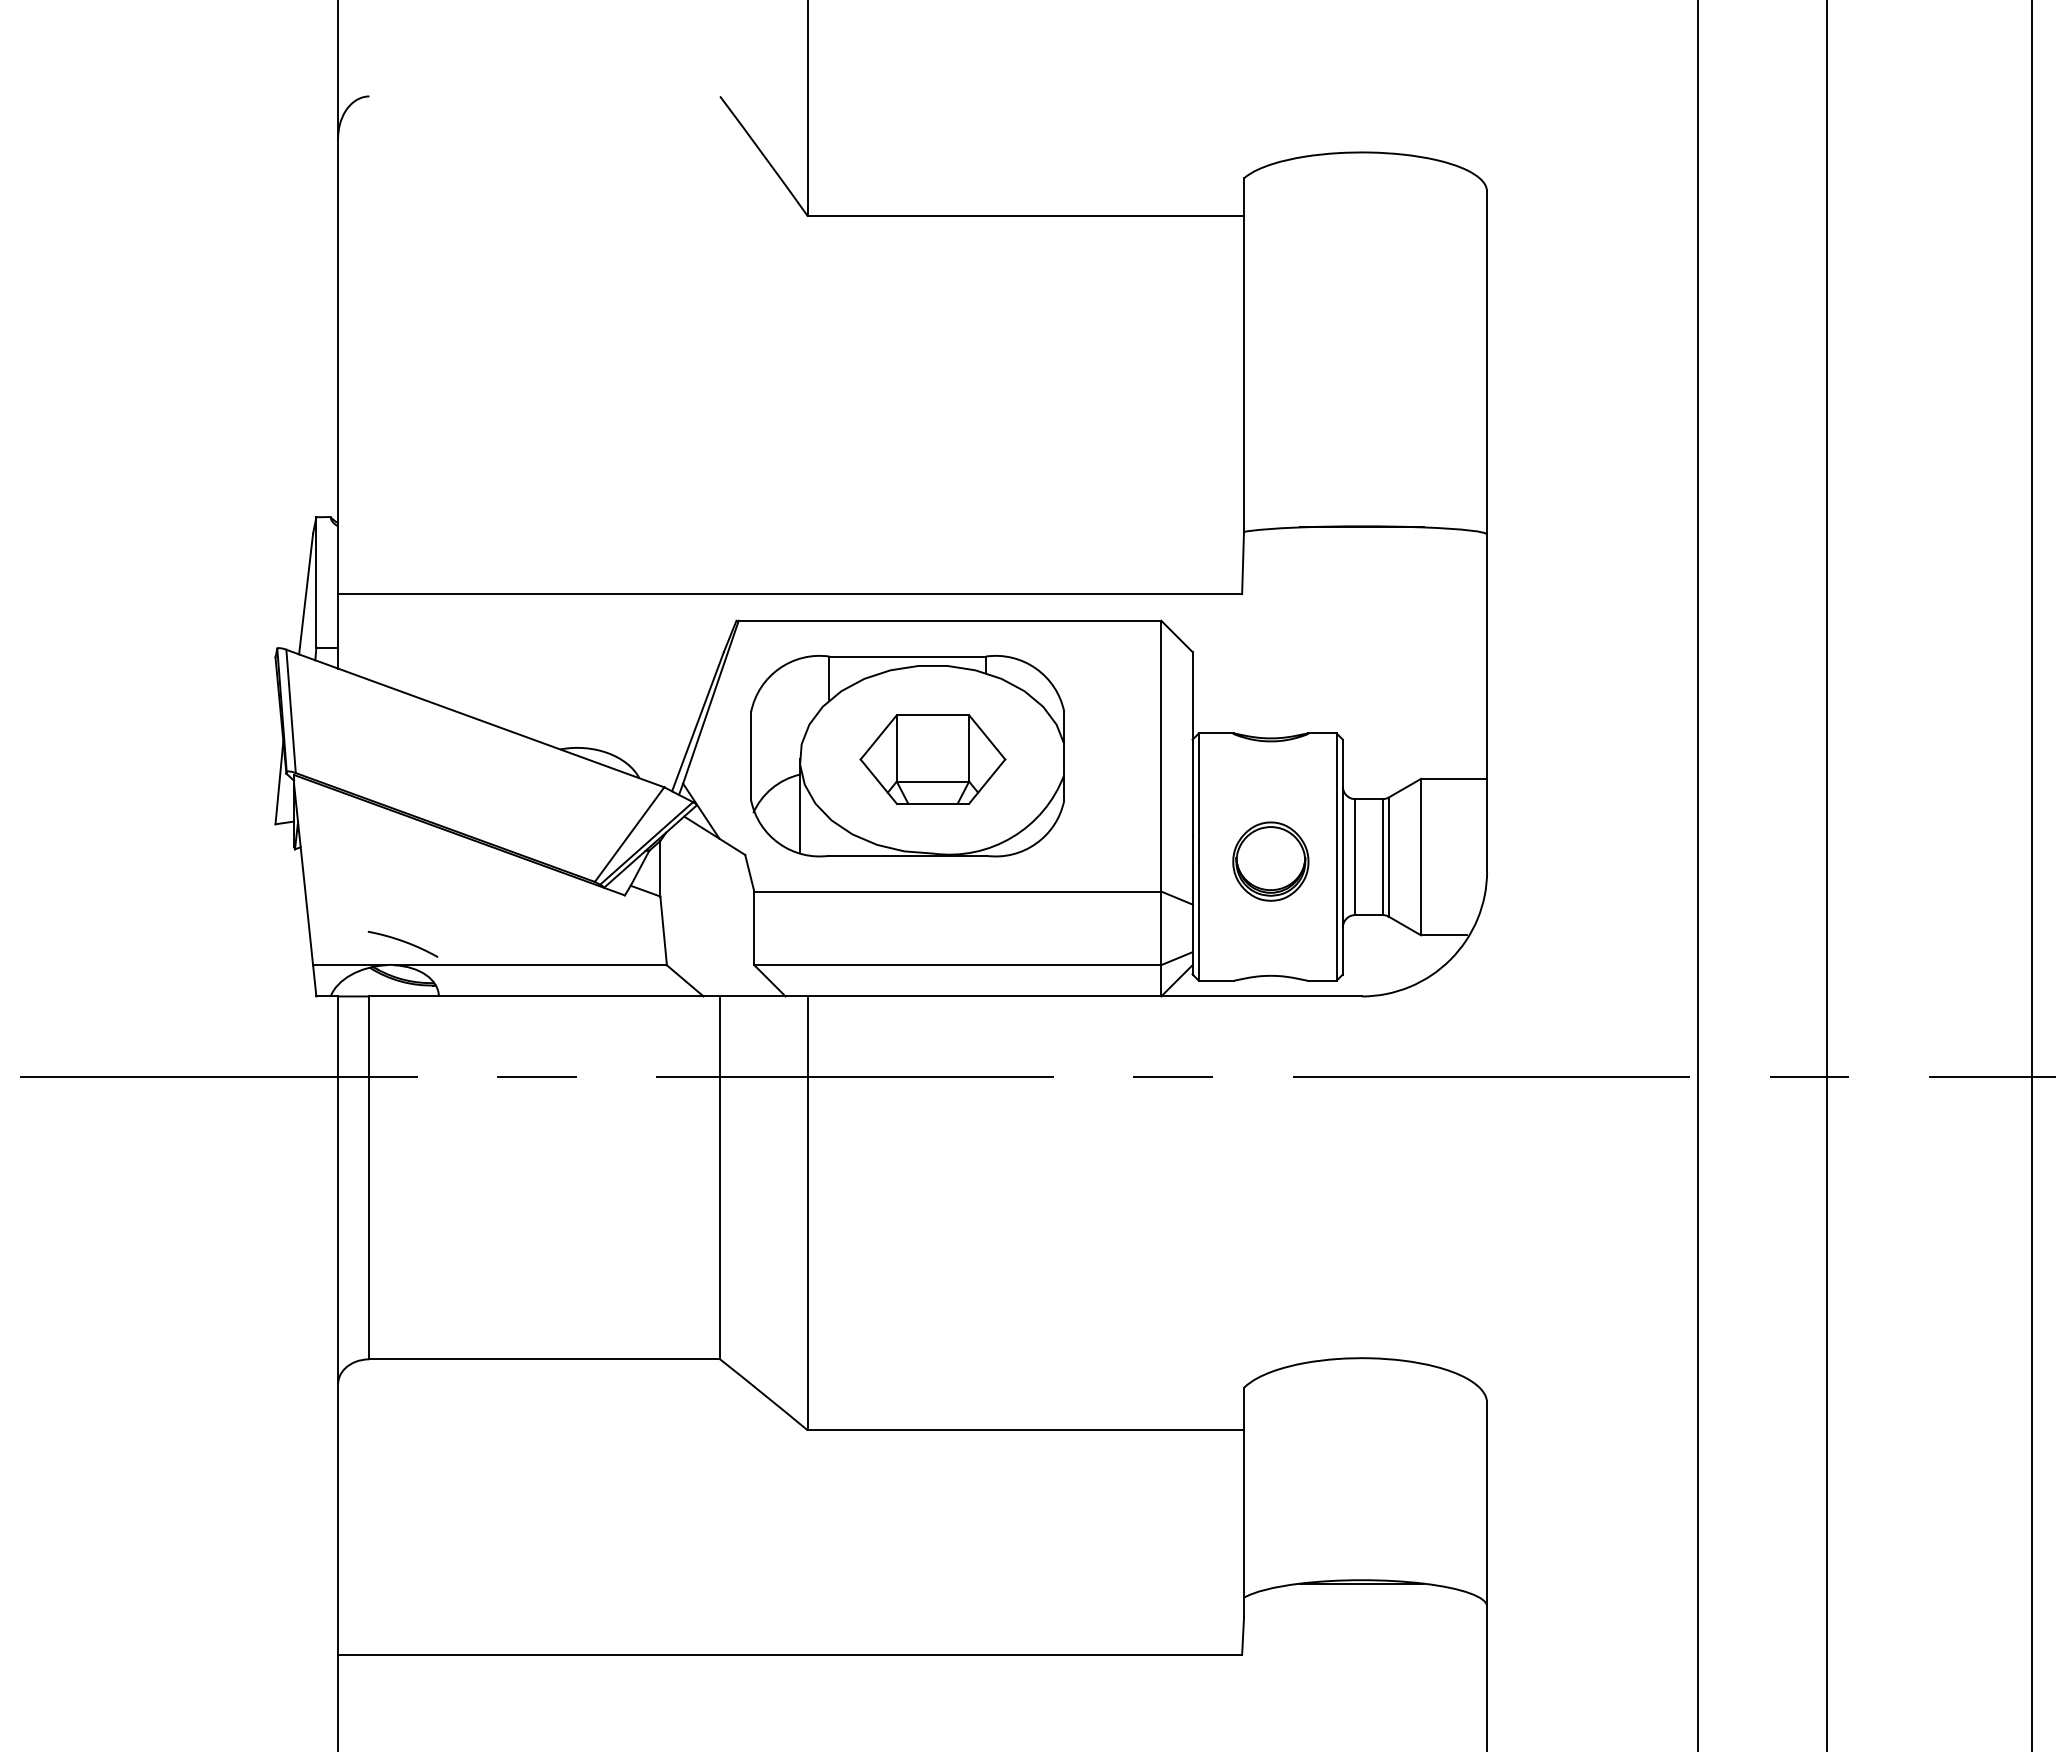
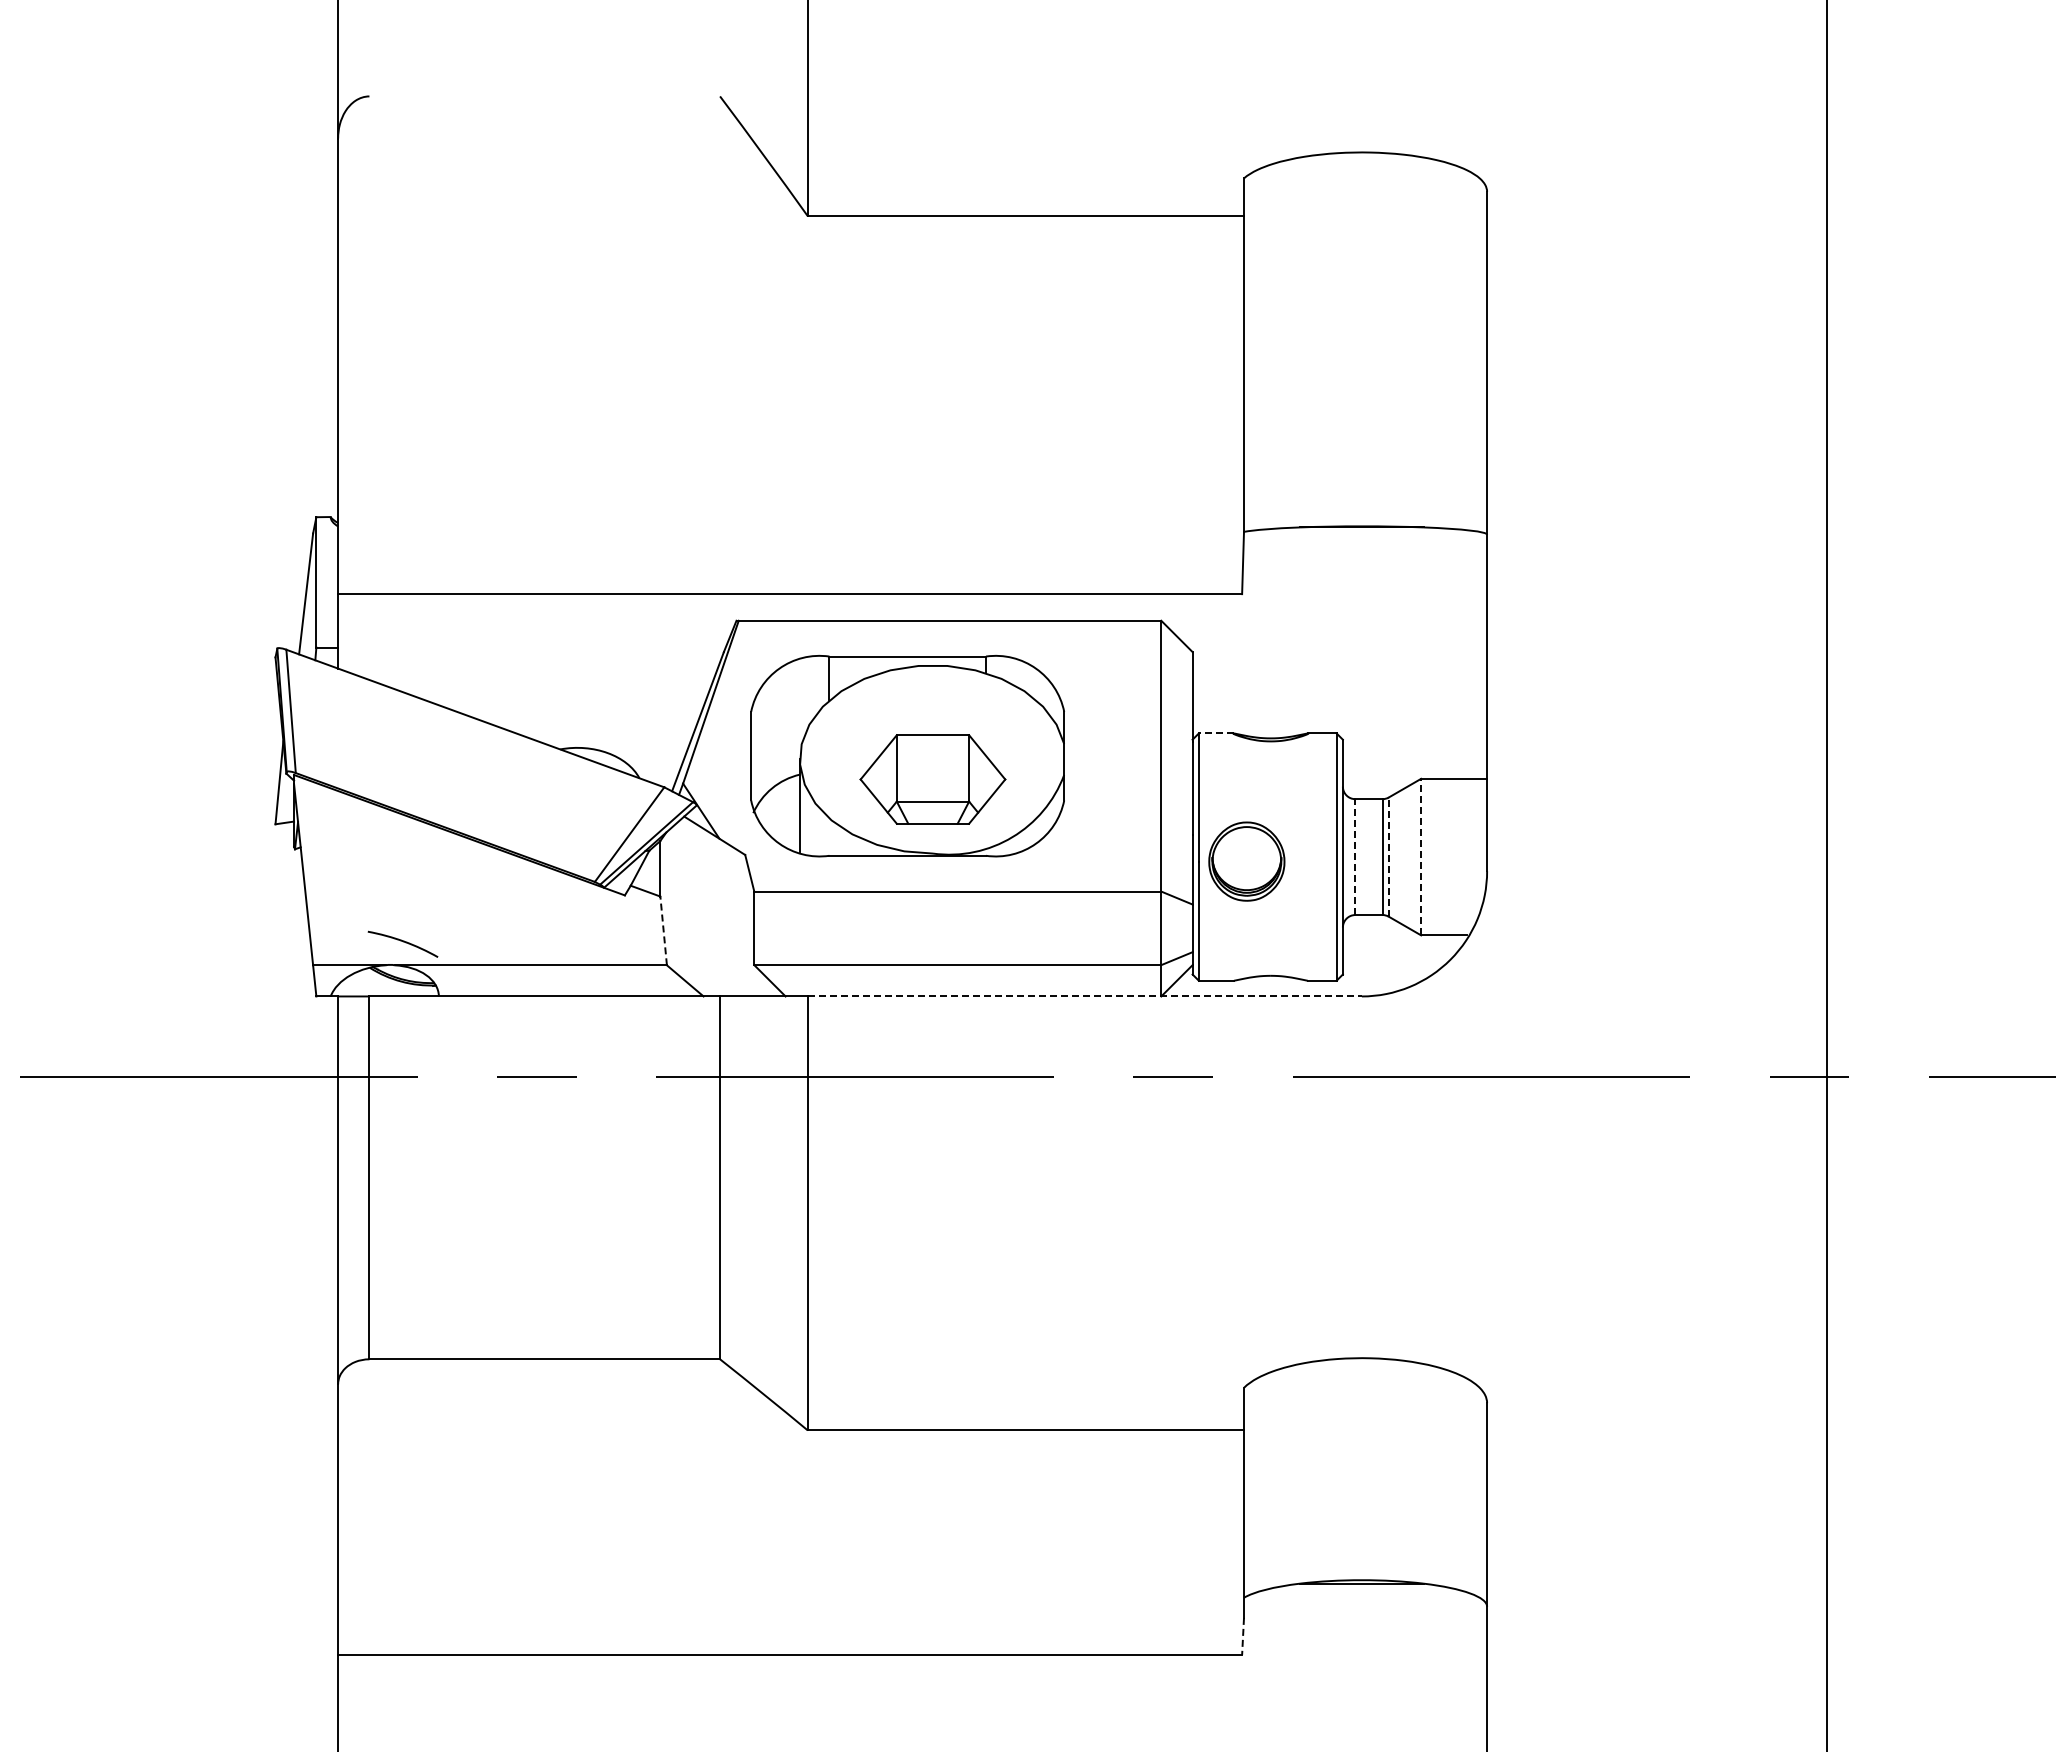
line at (1215, 733): solid -> dashed
part at (932, 759) position: (932, 759) -> (932, 779)
line at (1421, 856): solid -> dashed
line at (1355, 857): solid -> dashed
line at (1388, 857): solid -> dashed
part at (1270, 861) position: (1270, 861) -> (1246, 861)
line at (1698, 875): present -> none
line at (2031, 875): present -> none
line at (663, 930): solid -> dashed
line at (1085, 996): solid -> dashed
line at (1243, 1636): solid -> dashed
